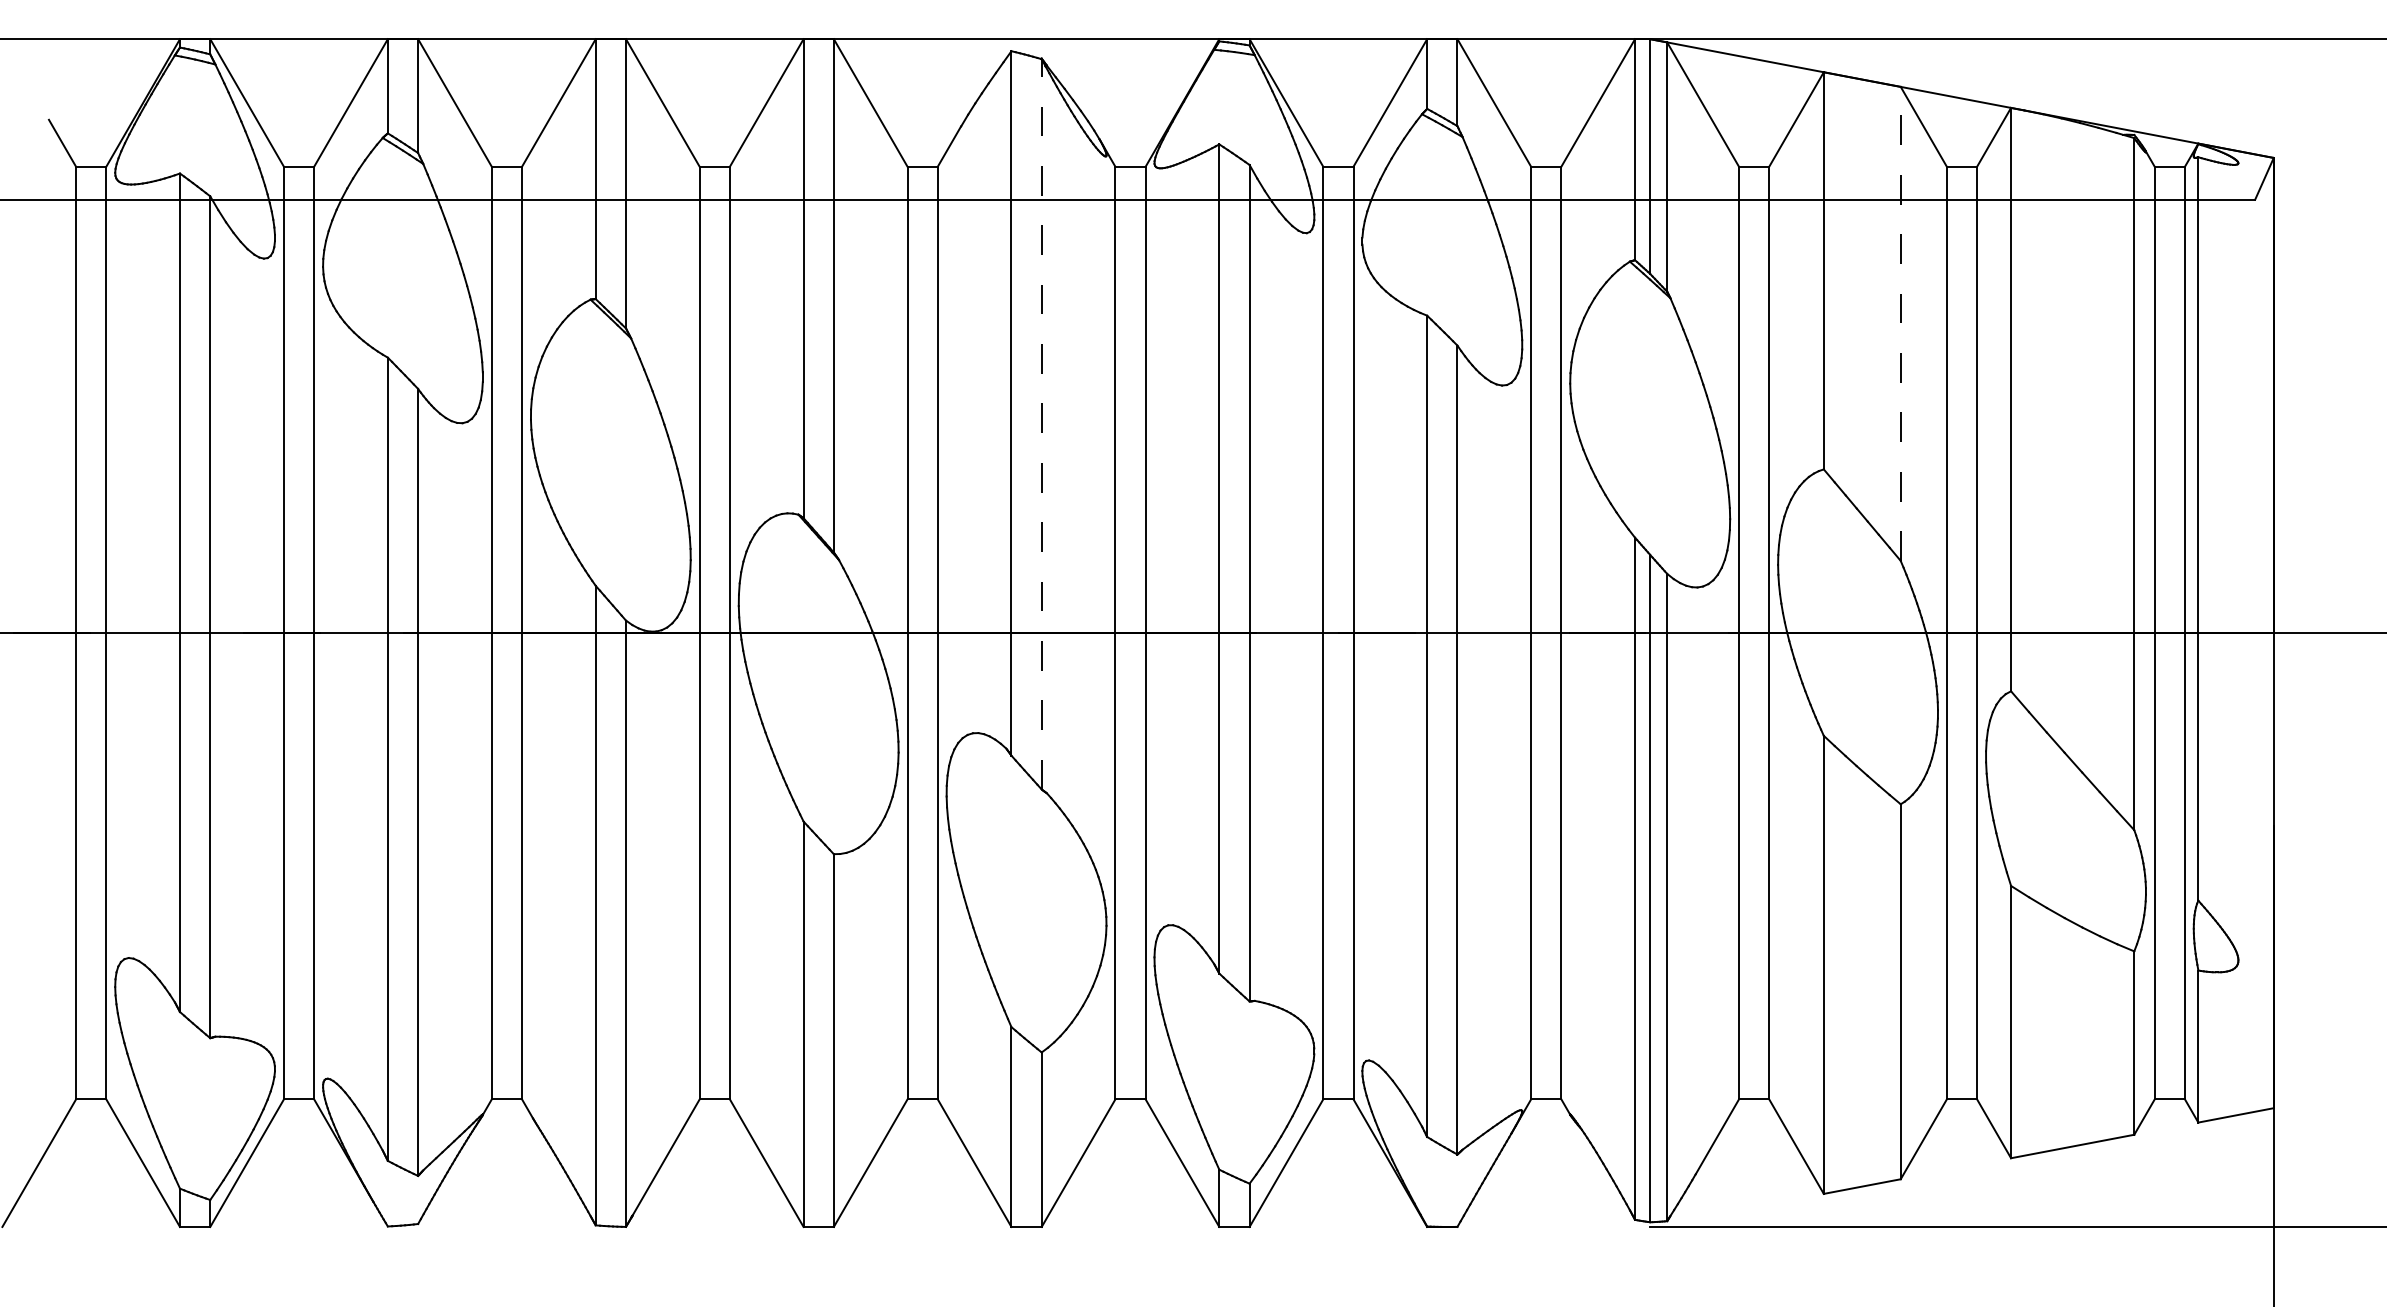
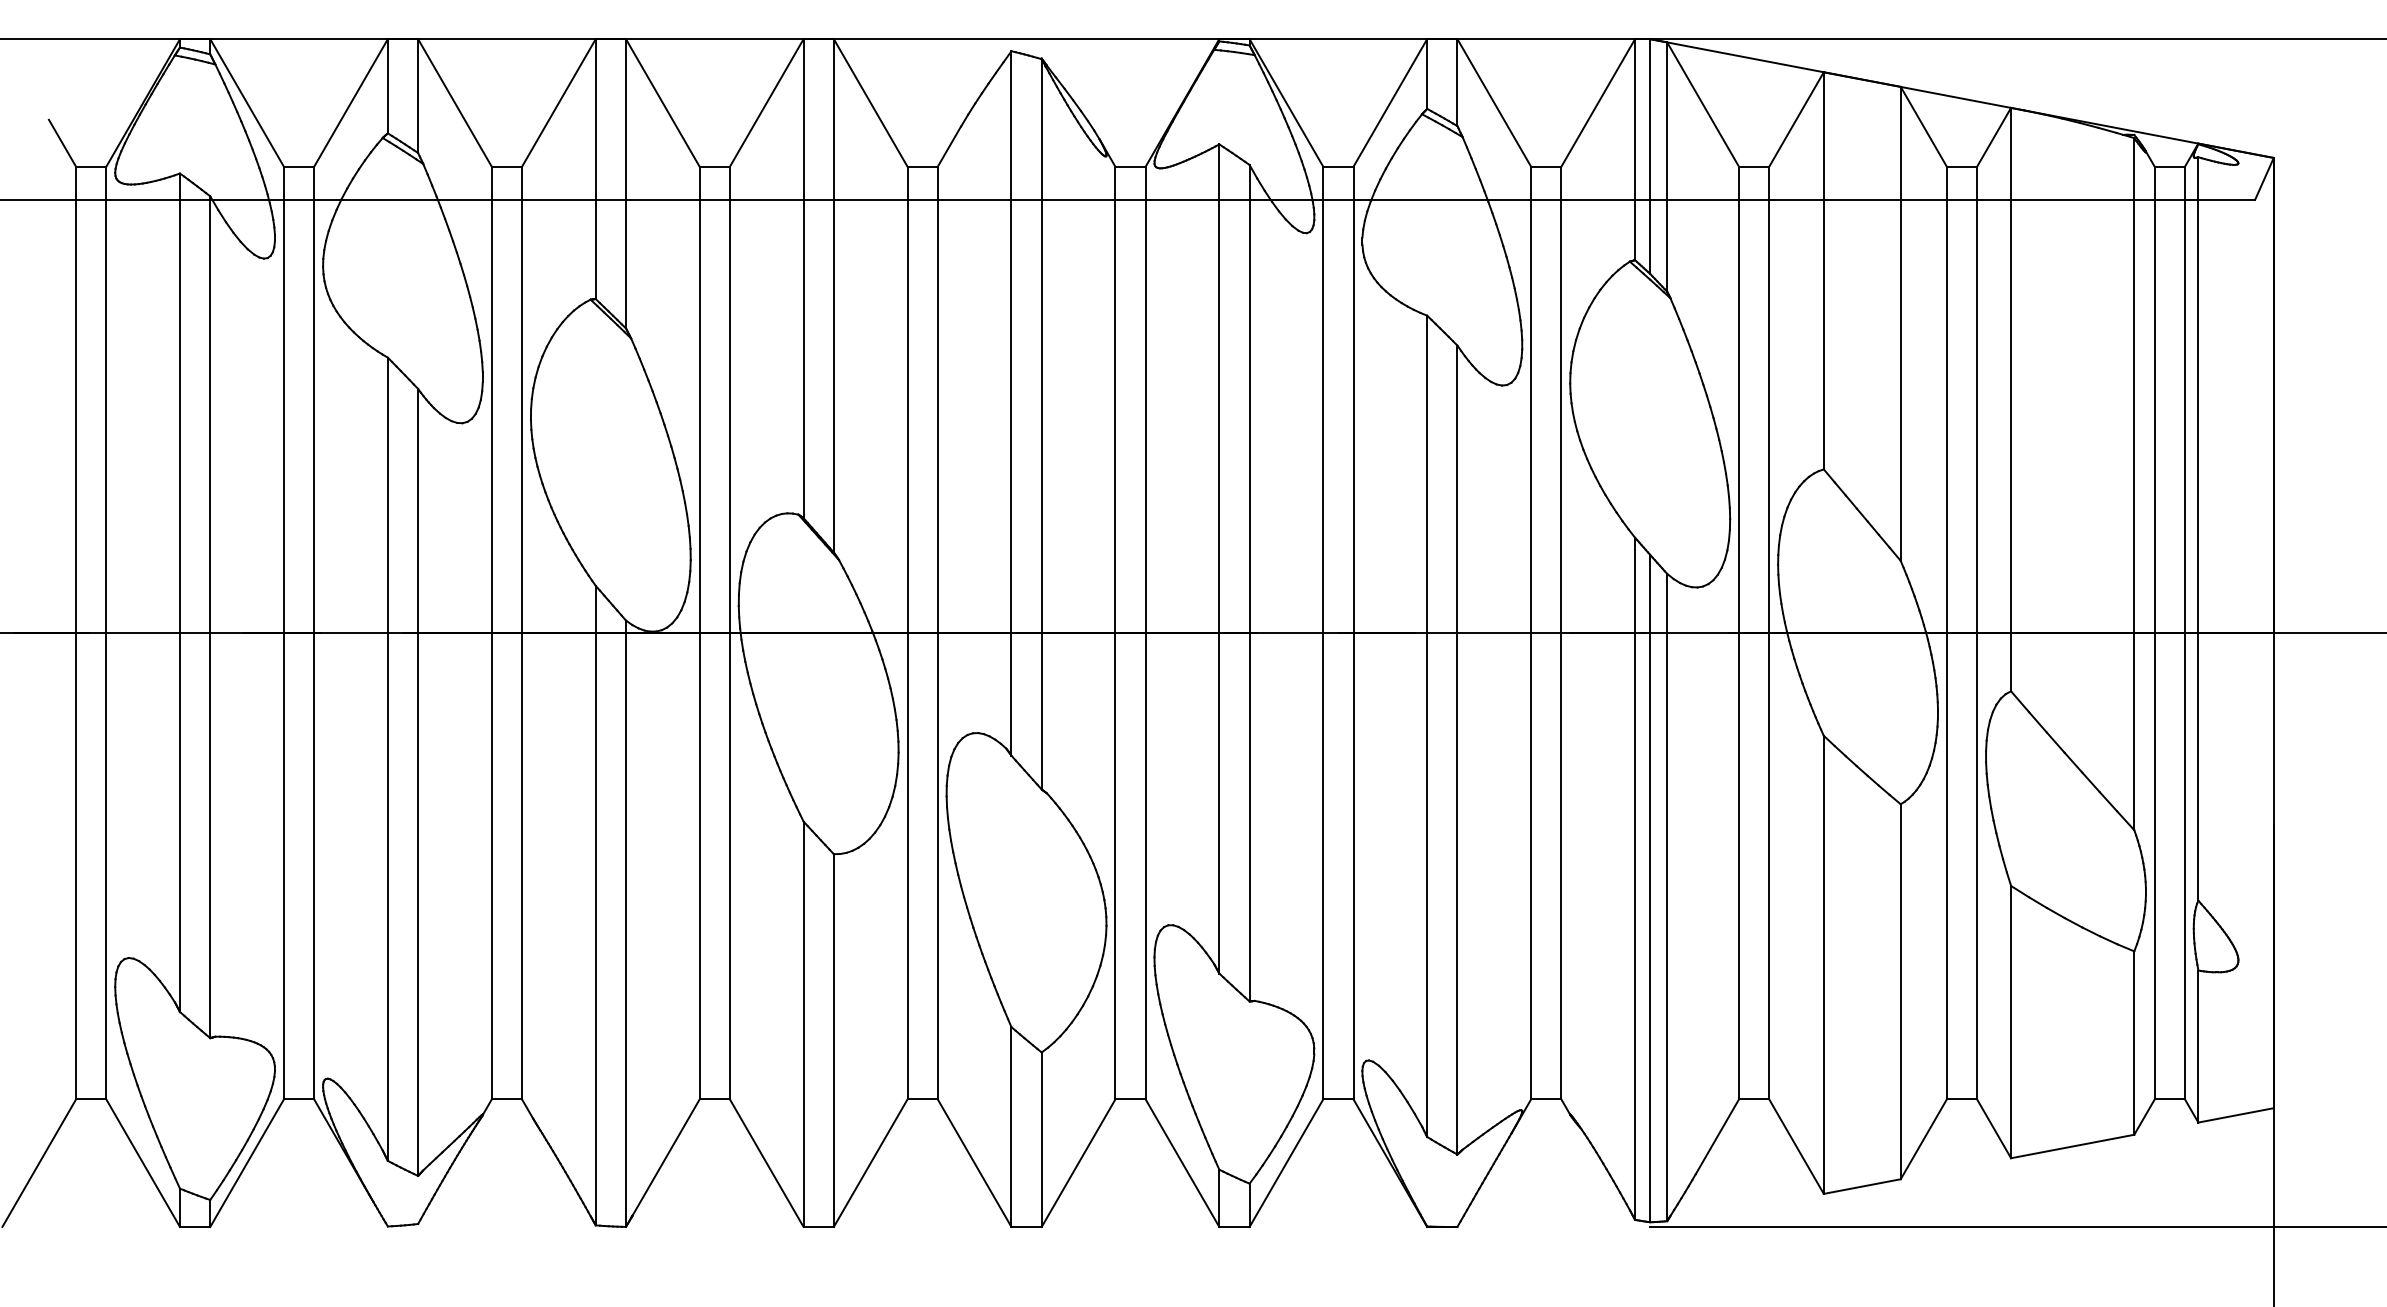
line at (1900, 323): dashed -> solid
line at (1041, 423): dashed -> solid
